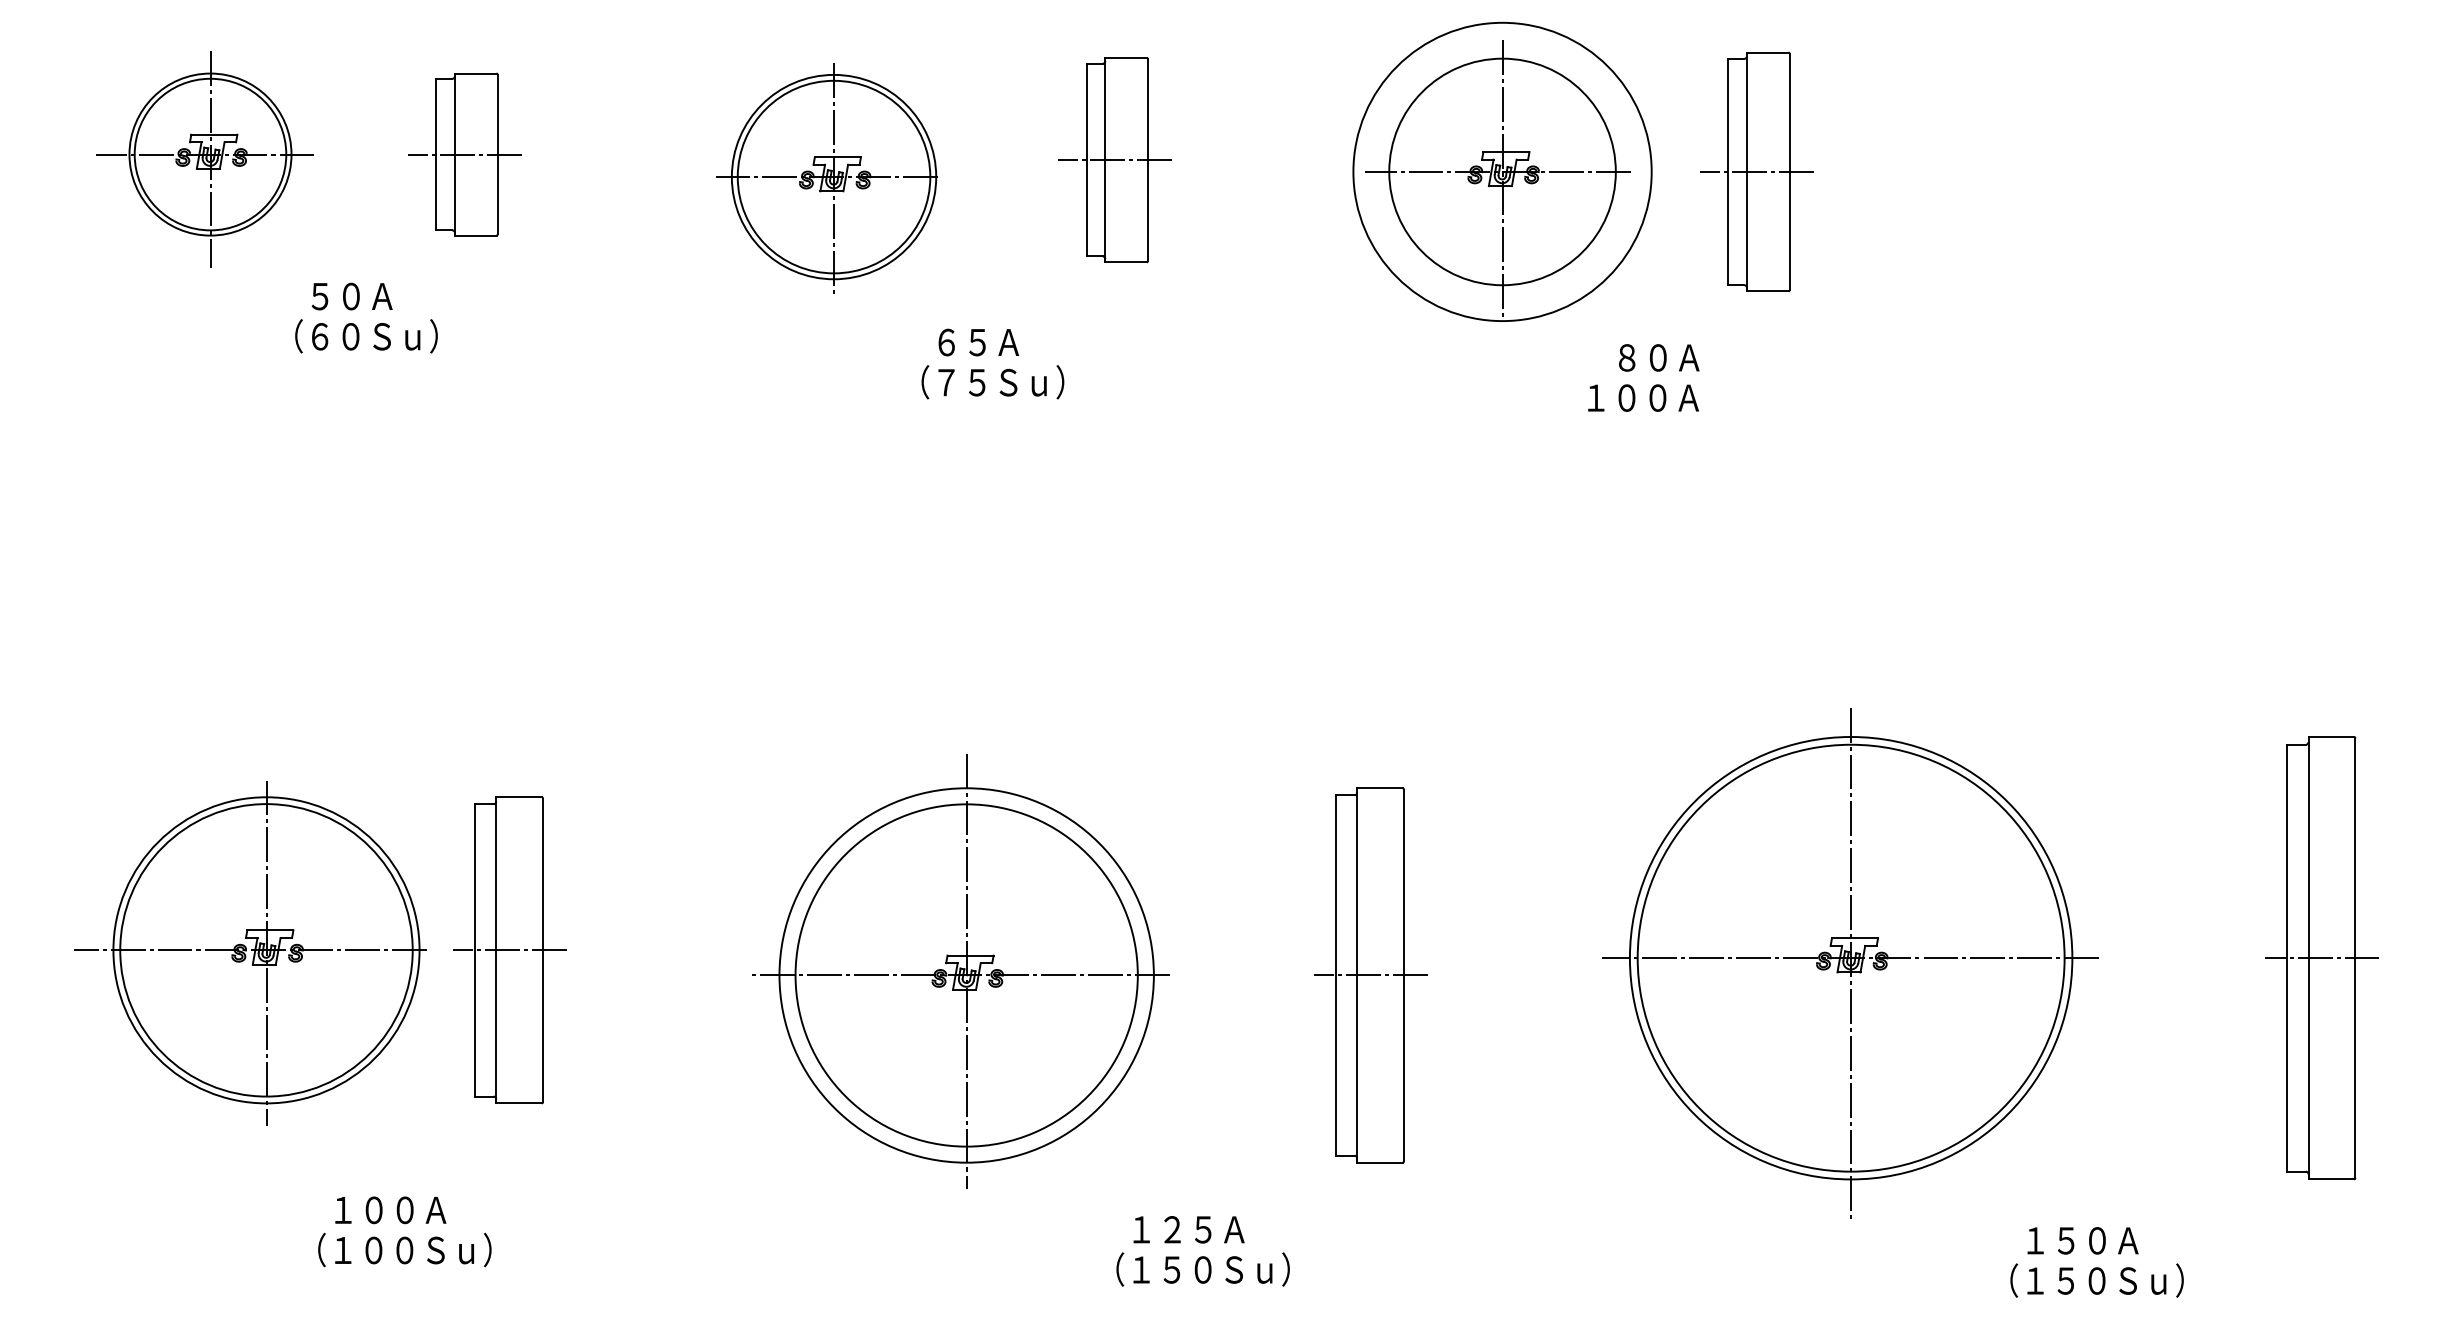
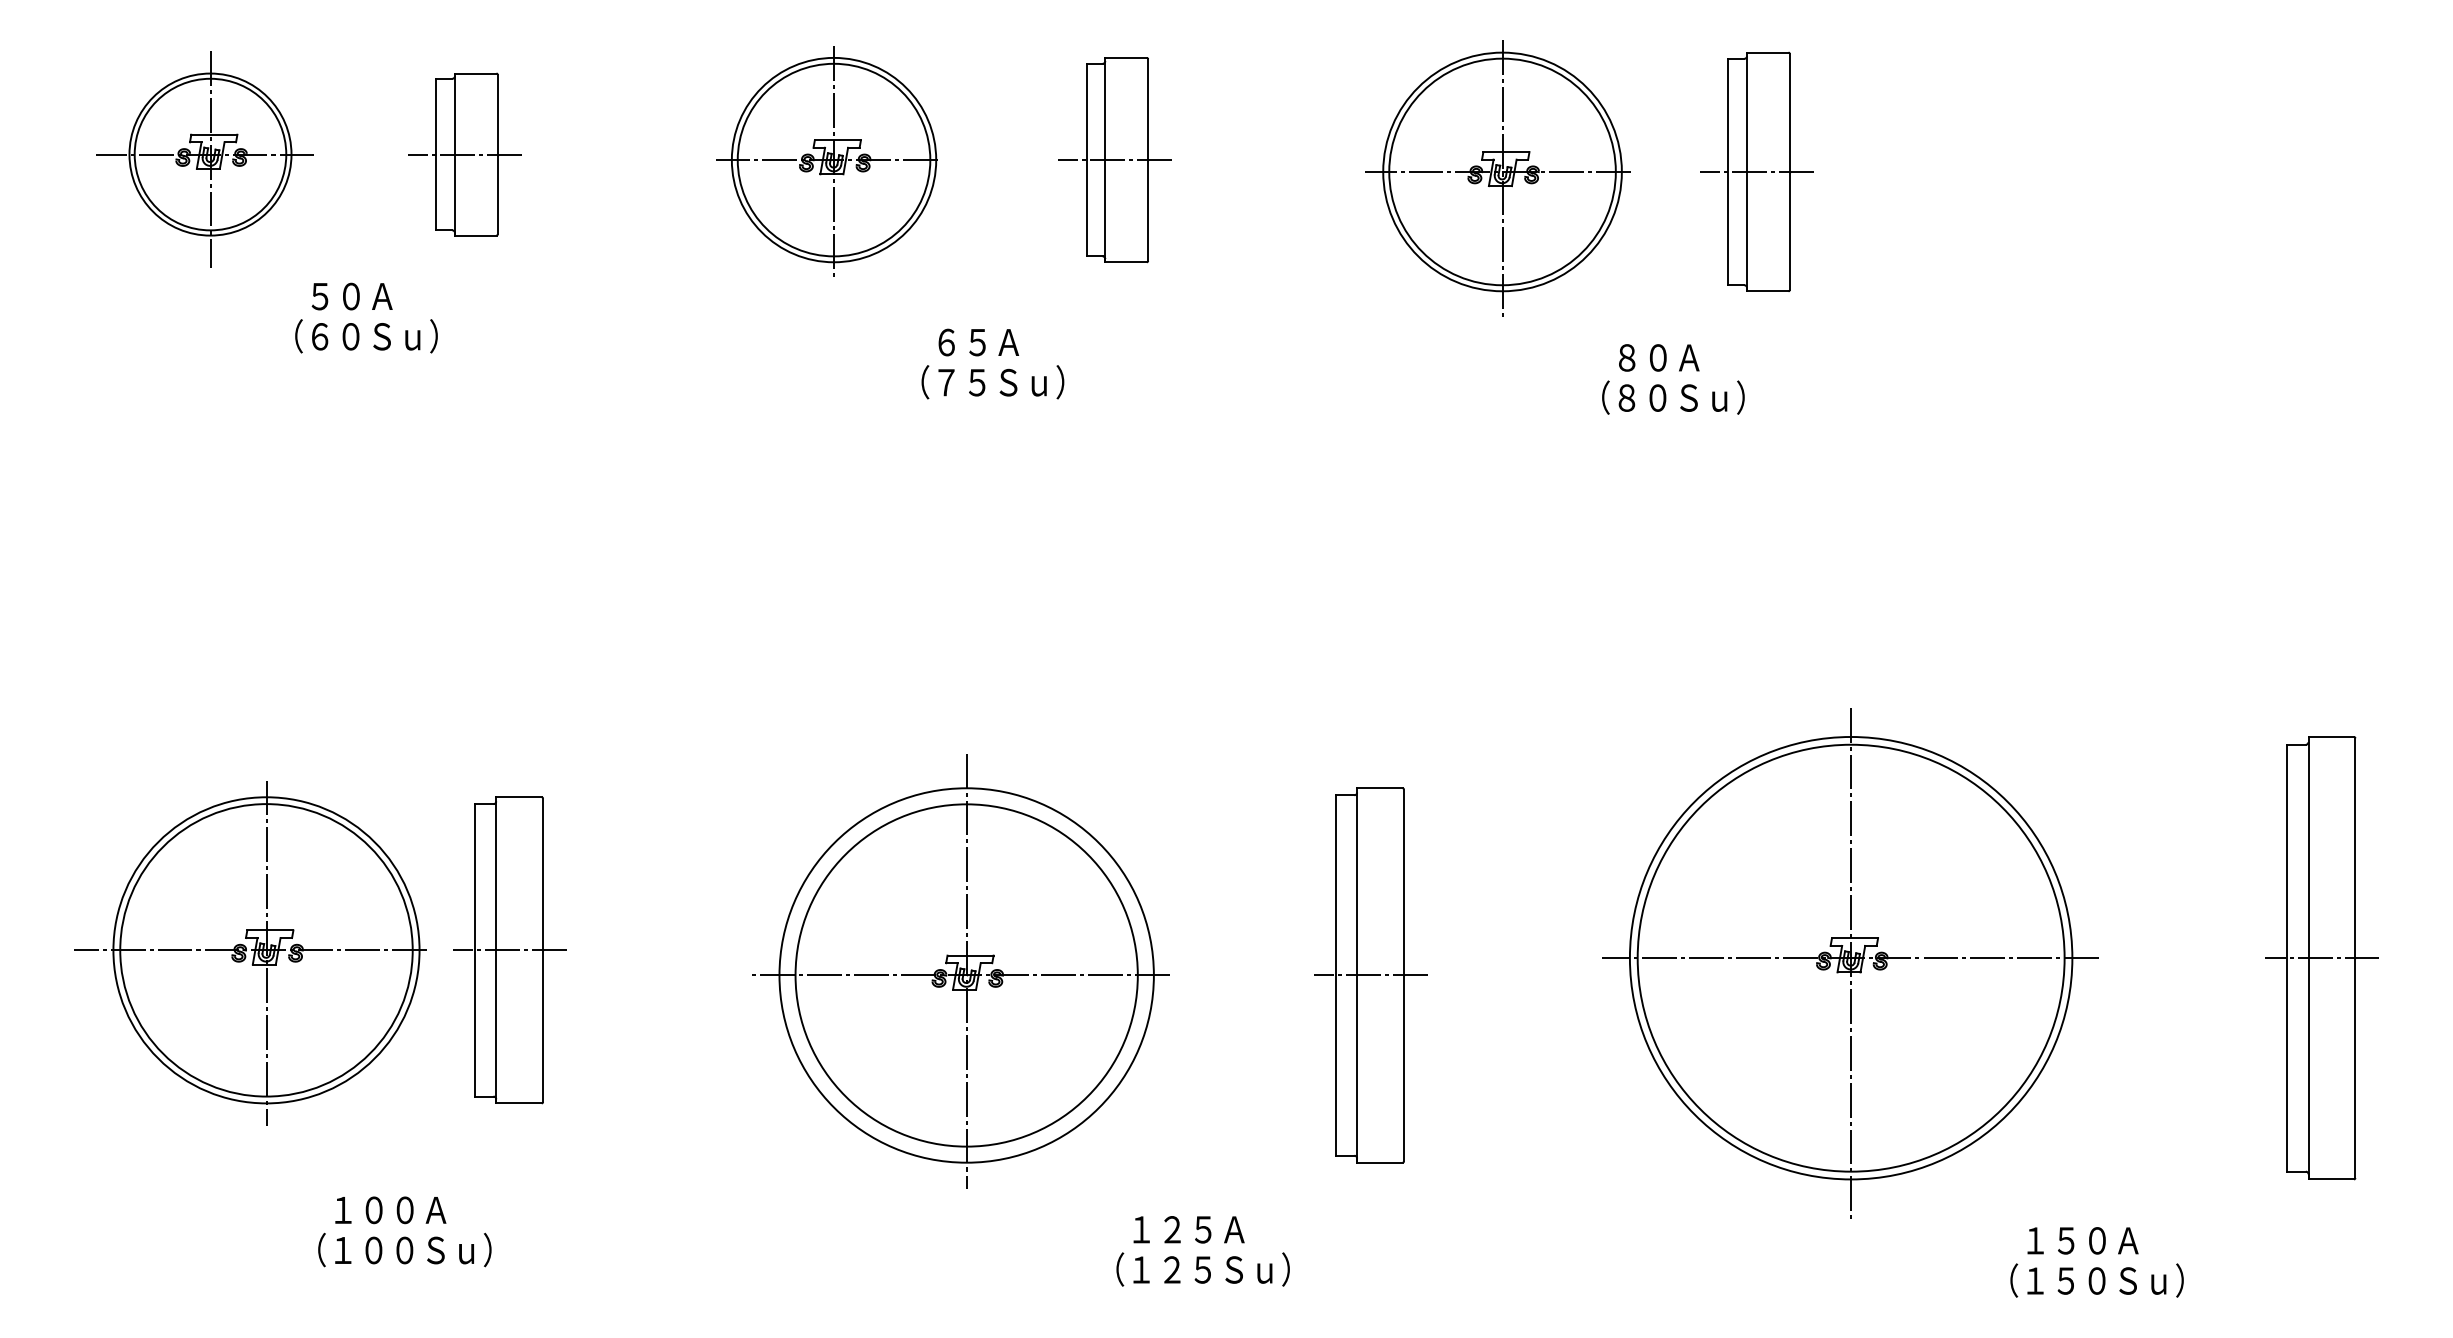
circle at (1502, 171) diameter: 298 px -> 239 px
part at (826, 178) position: (826, 178) -> (826, 161)
text at (1666, 397): １００Ａ -> （８０Ｓｕ）
text at (1187, 1269): （１５０Ｓｕ） -> （１２５Ｓｕ）
